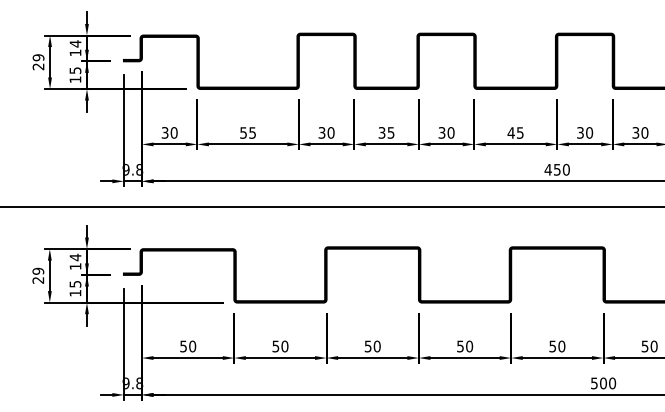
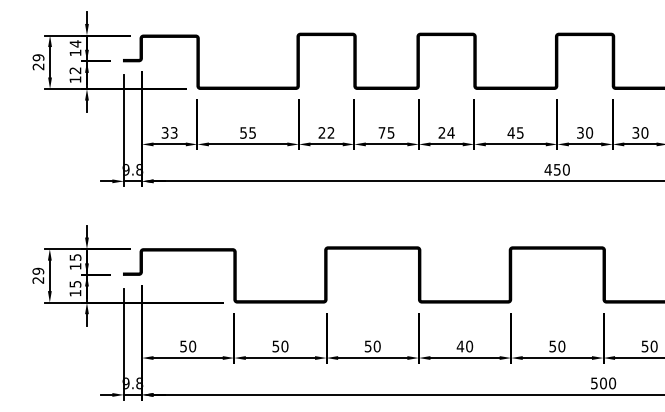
text at (75, 70): 15 -> 12
text at (173, 132): 30 -> 33
text at (326, 132): 30 -> 22
text at (381, 132): 35 -> 75
text at (446, 132): 30 -> 24
line at (331, 206): present -> none
text at (75, 257): 14 -> 15
text at (460, 346): 50 -> 40
